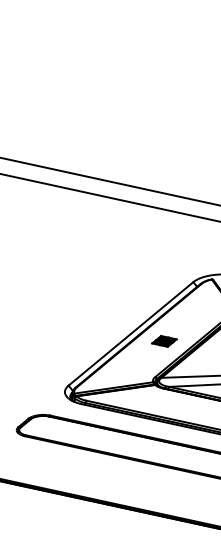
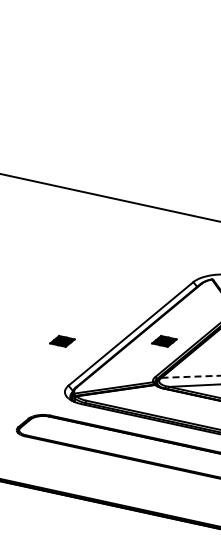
line at (109, 181): present -> none
part at (62, 341): none -> present
line at (191, 376): solid -> dashed
